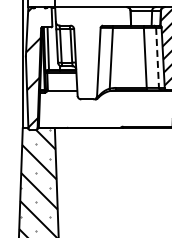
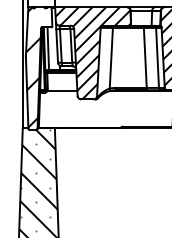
hatch at (93, 53): none -> present
line at (157, 57): dashed -> solid
